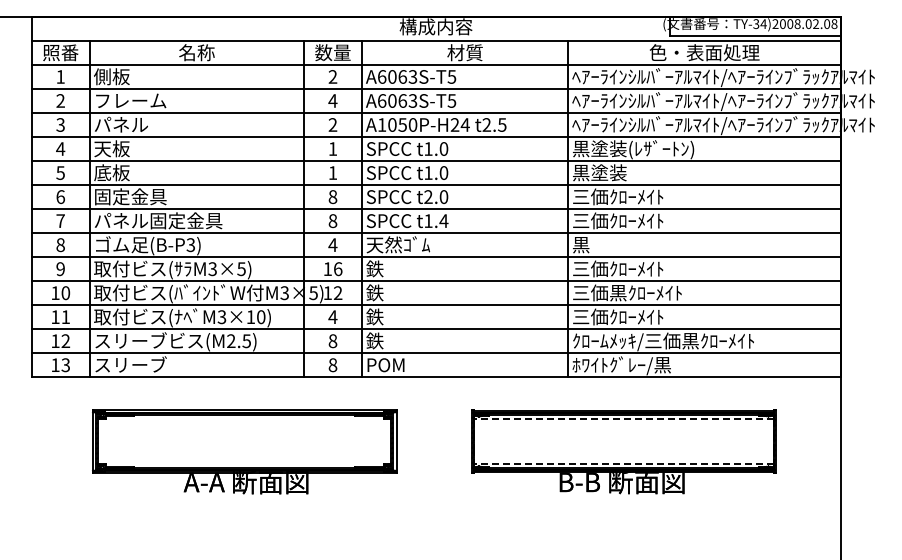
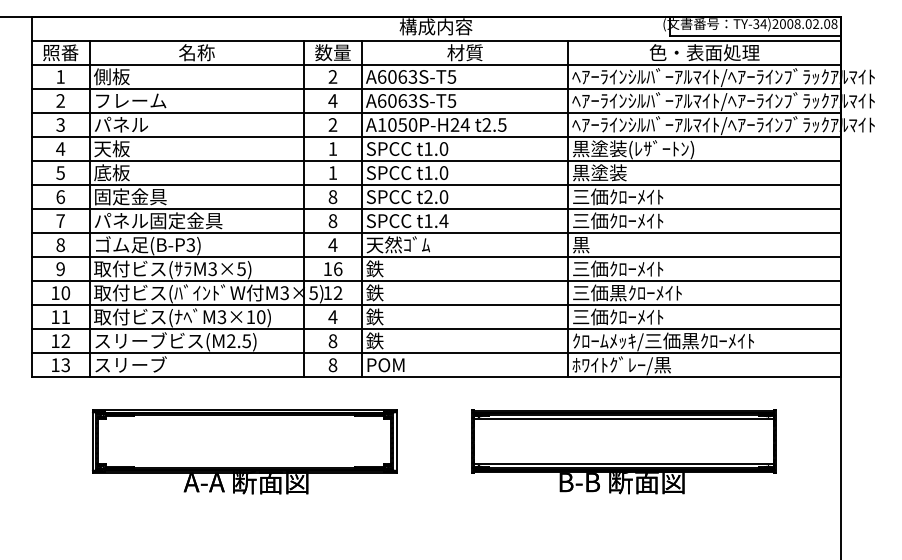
line at (623, 419): dashed -> solid
line at (623, 463): dashed -> solid
